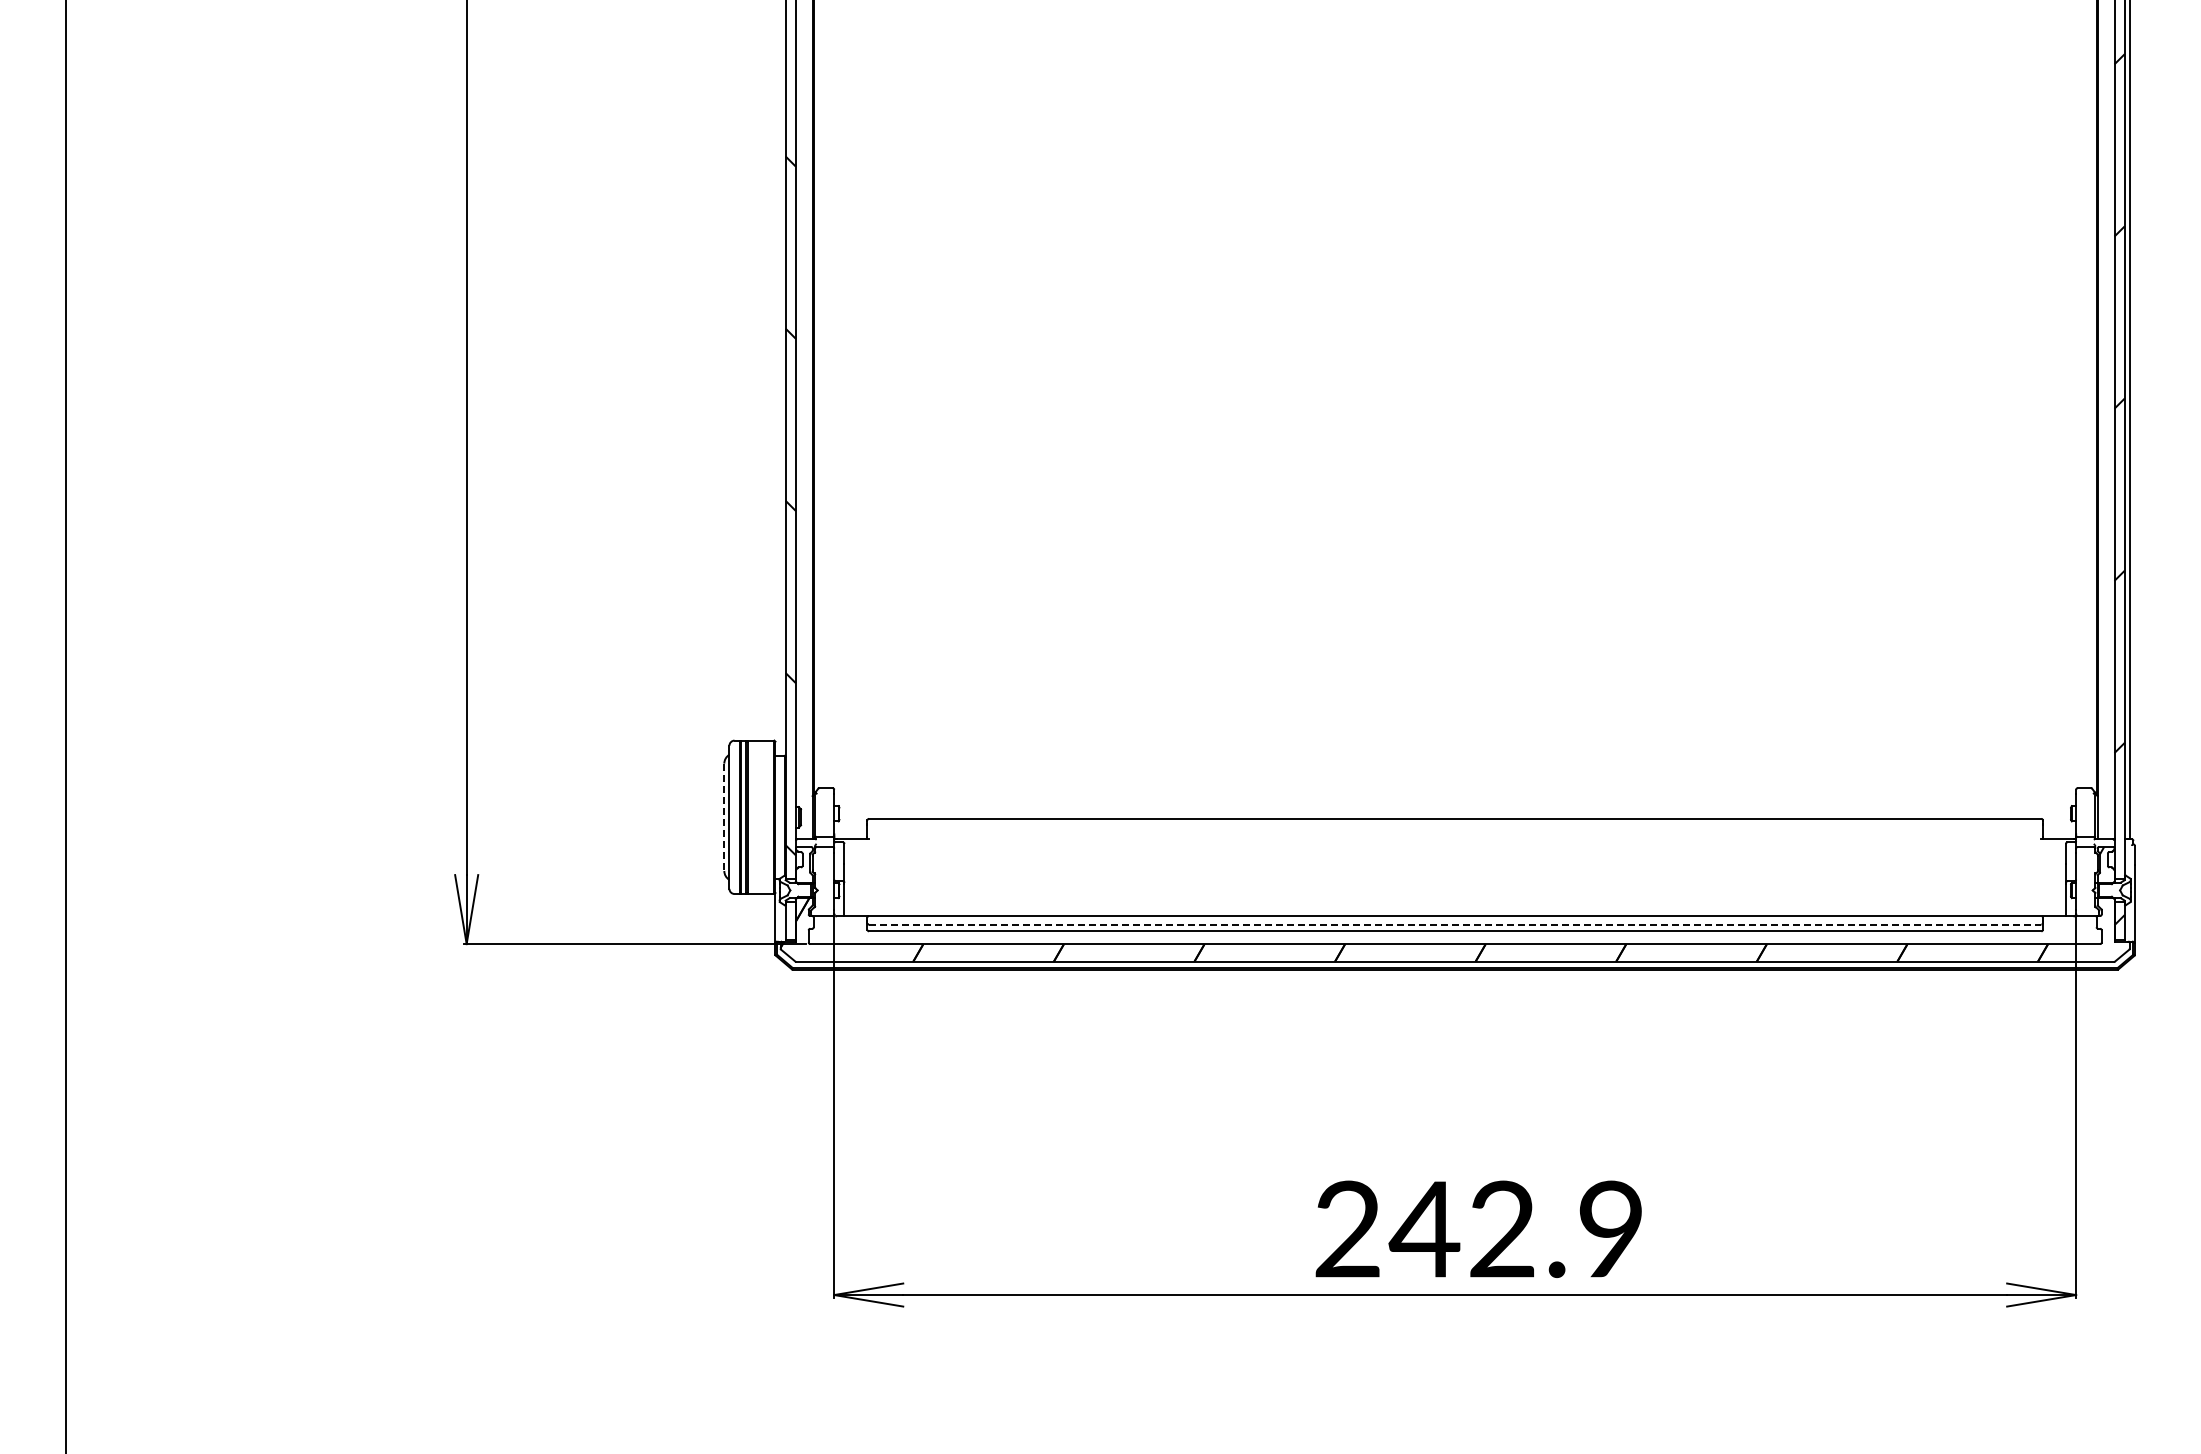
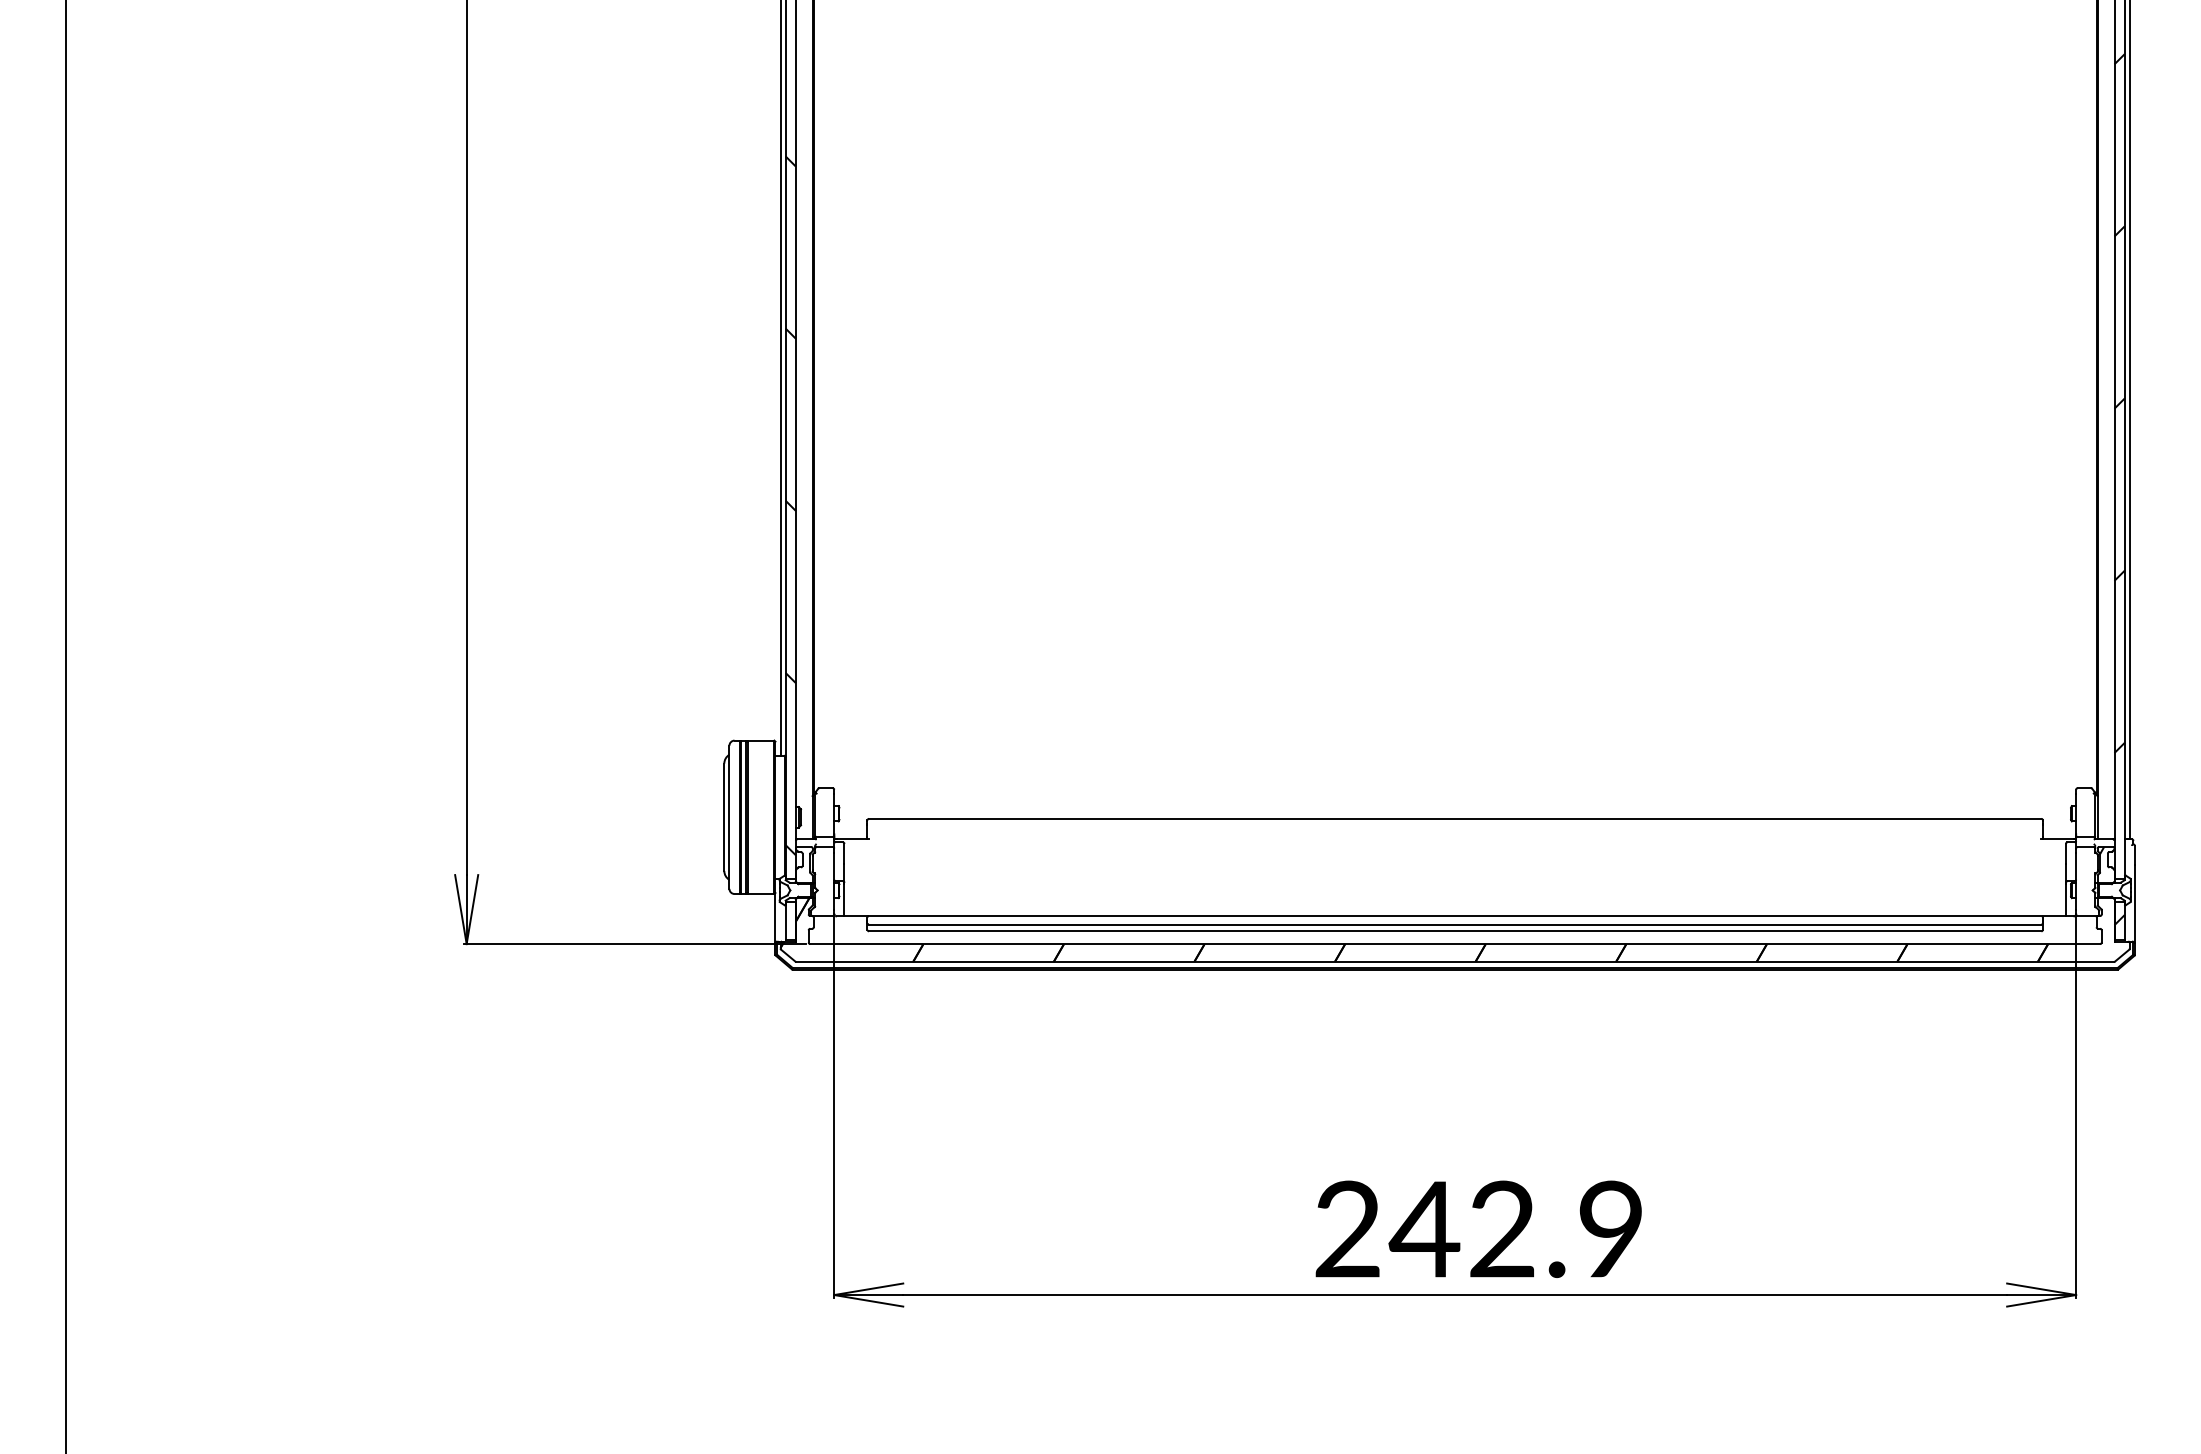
line at (780, 378): none -> present
line at (724, 817): dashed -> solid
line at (1455, 924): dashed -> solid
